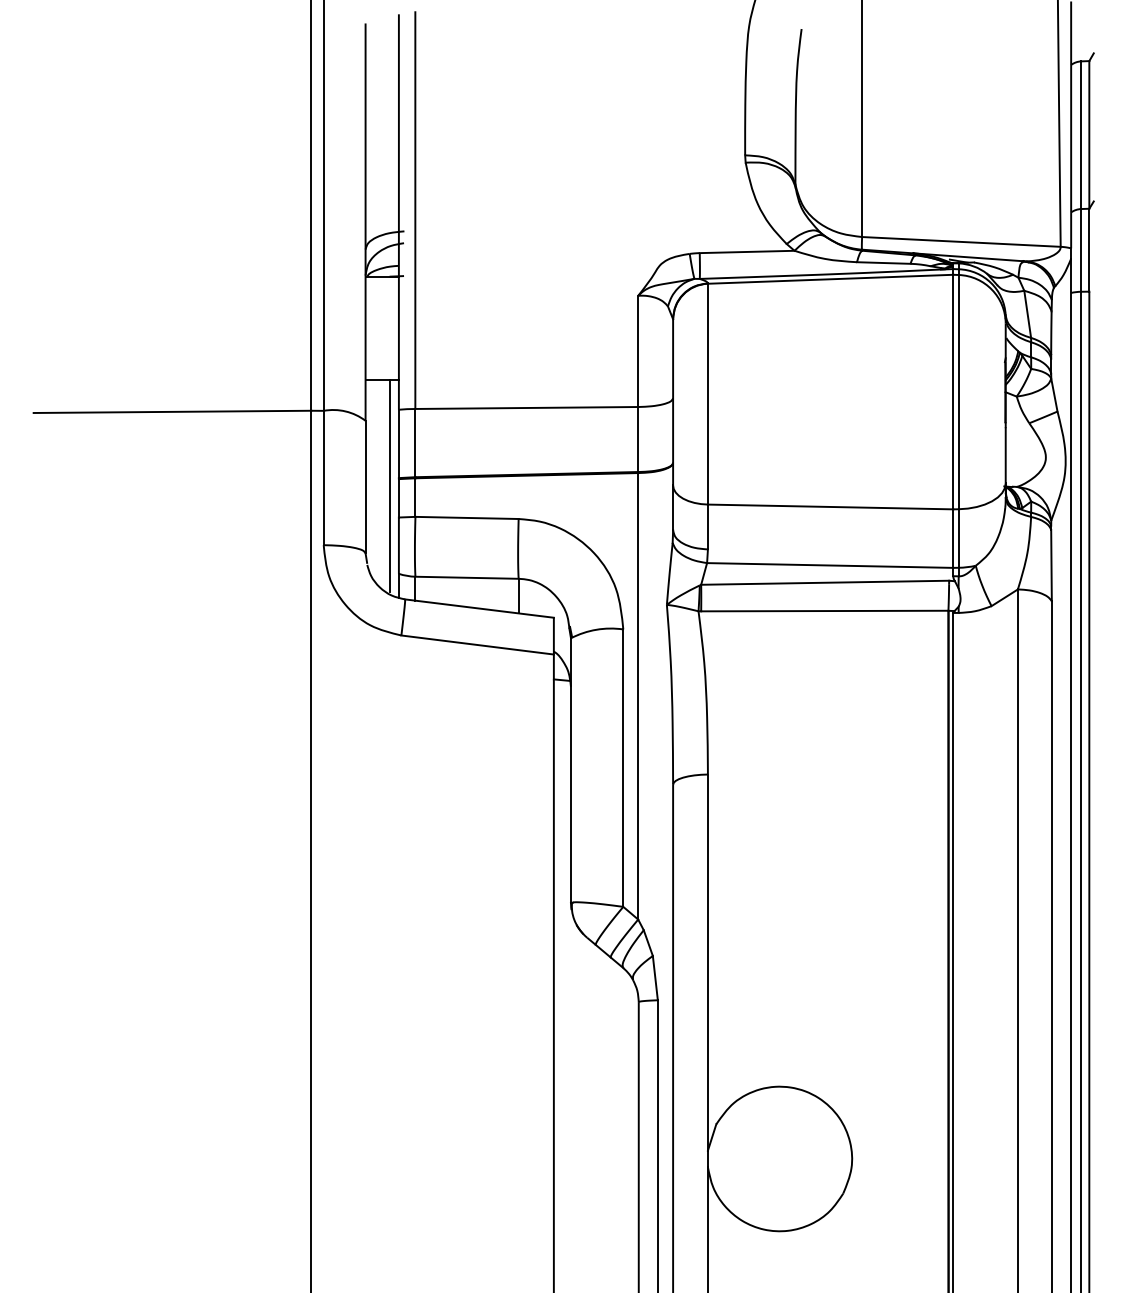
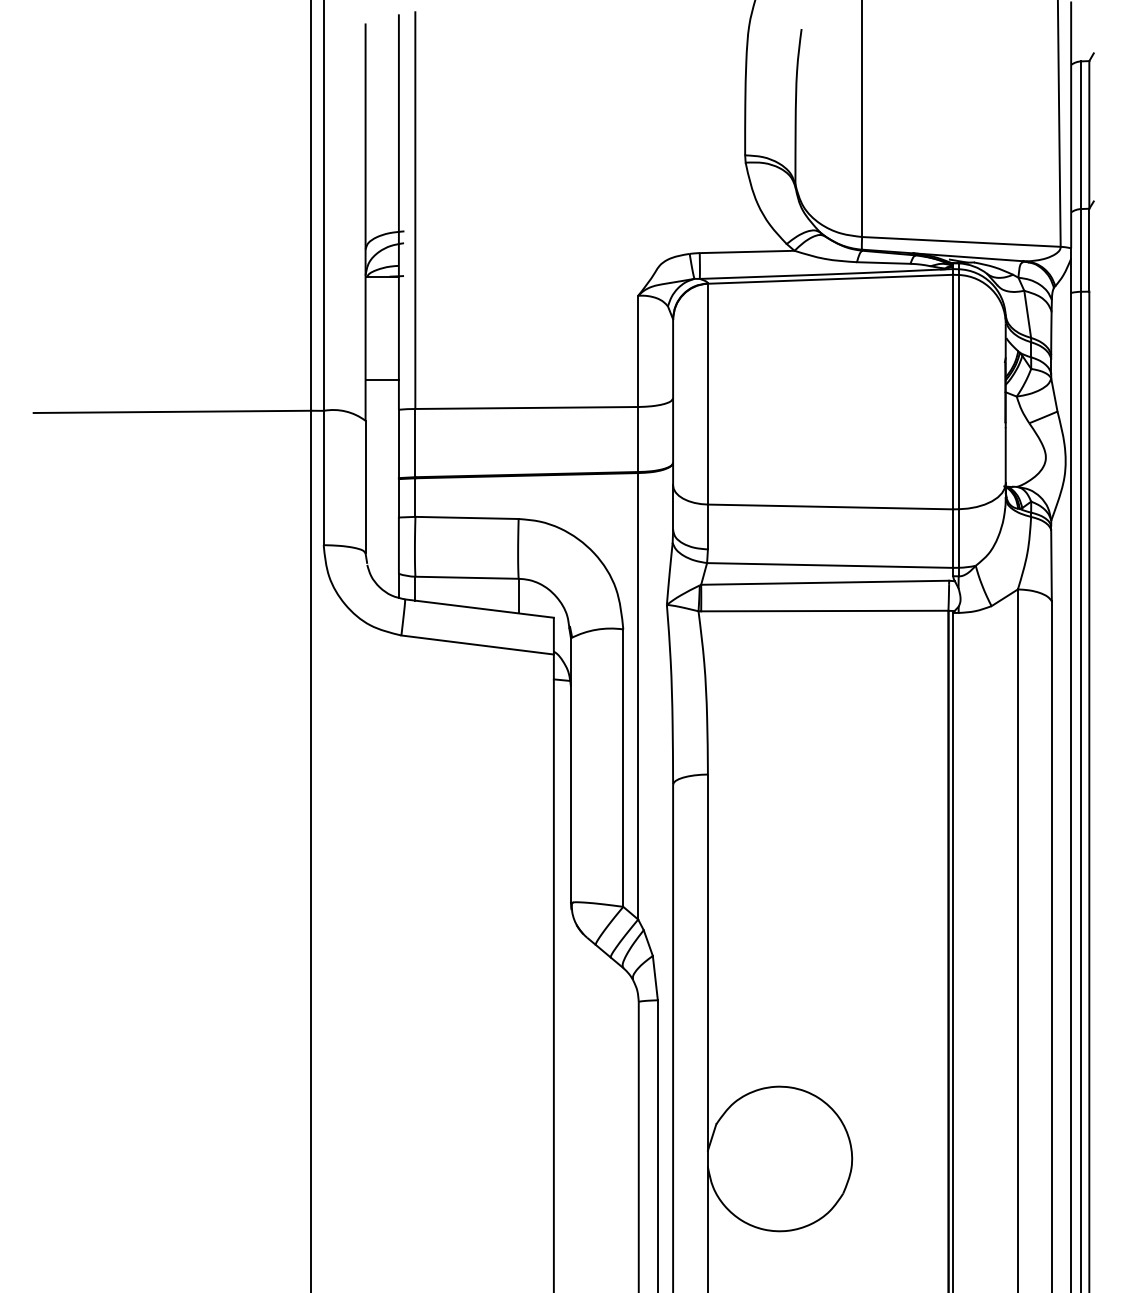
line at (389, 485): present -> none
